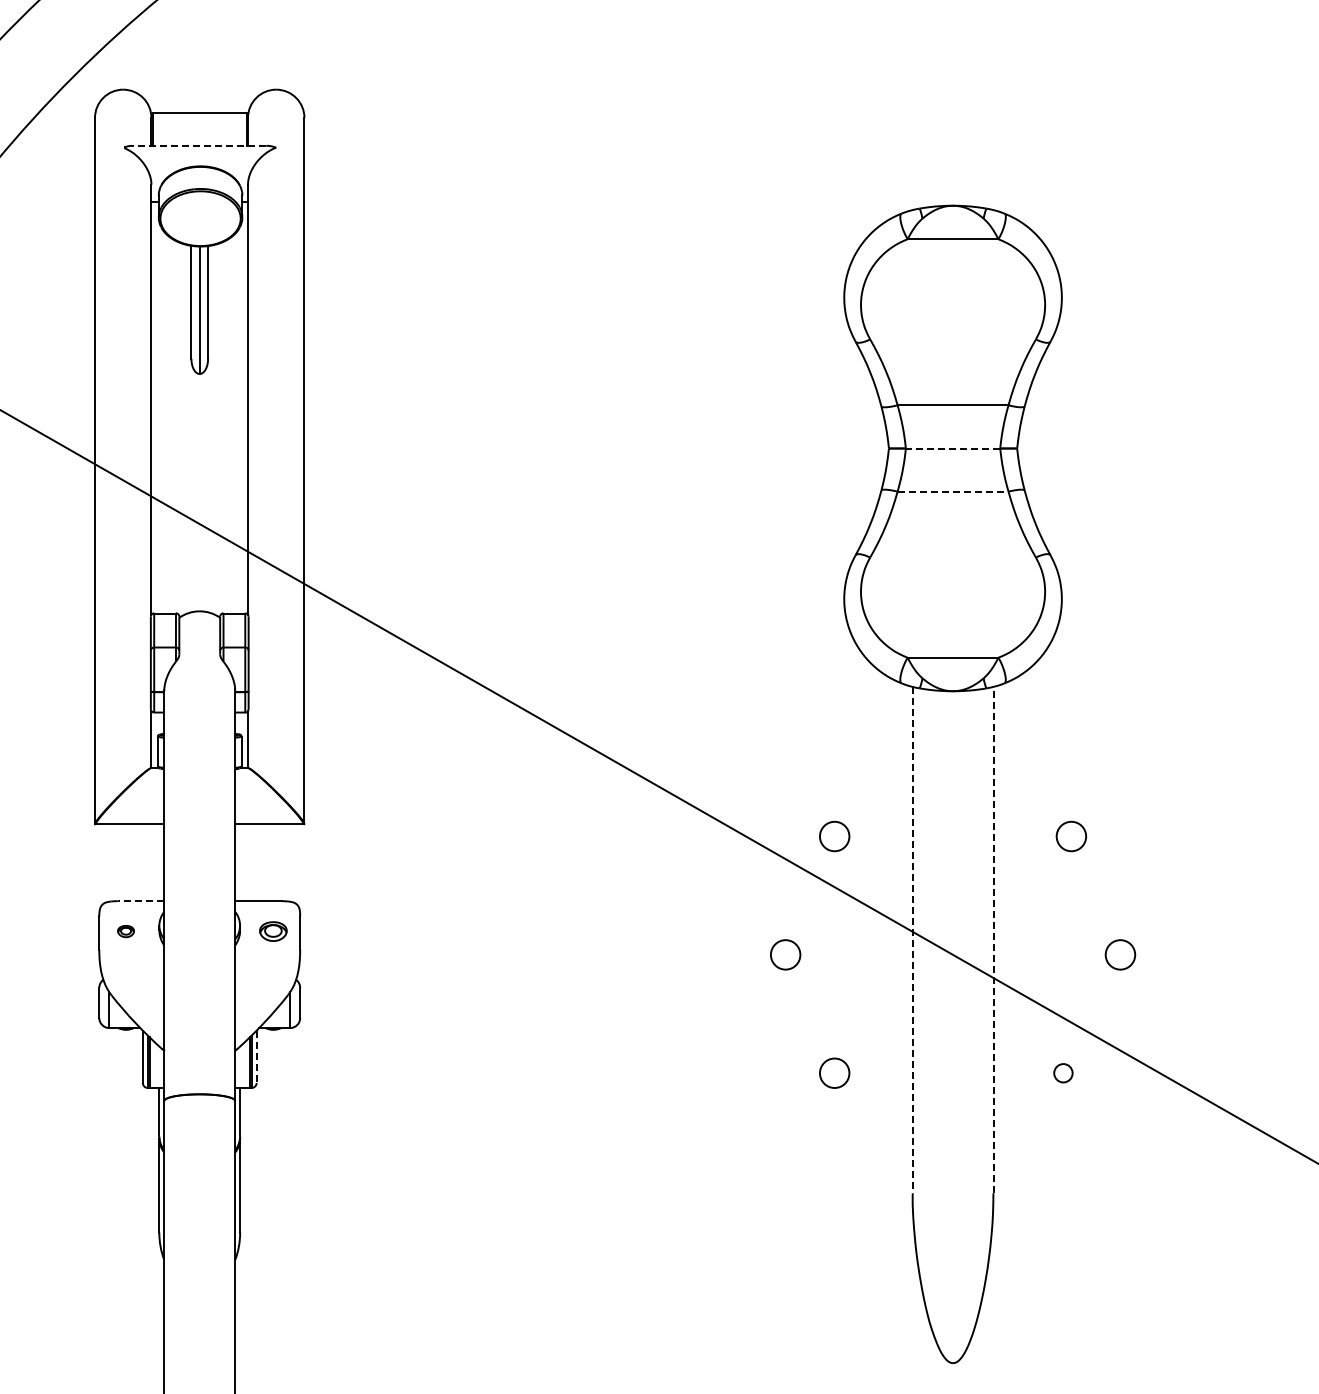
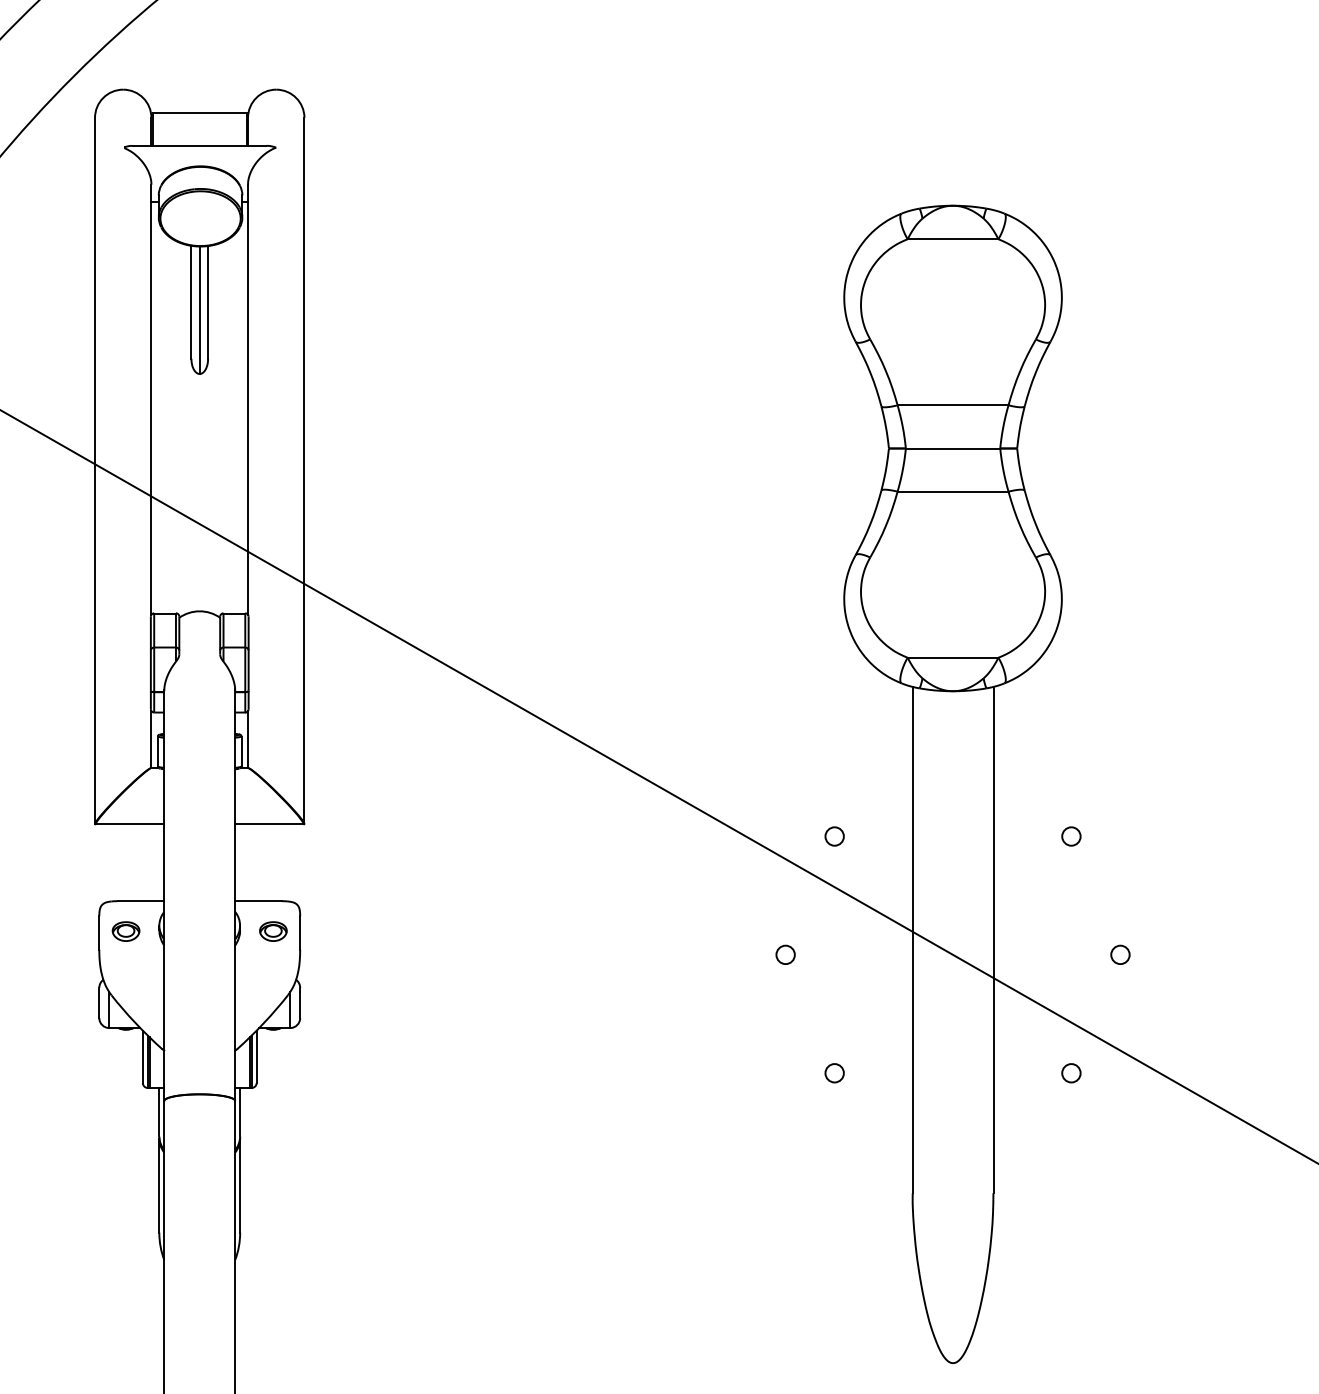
line at (199, 145): dashed -> solid
line at (952, 448): dashed -> solid
line at (953, 491): dashed -> solid
circle at (834, 836) diameter: 29 px -> 18 px
circle at (1071, 836) diameter: 29 px -> 18 px
line at (140, 901): dashed -> solid
part at (125, 931) size: 18x14 px -> 30x21 px
line at (993, 939): dashed -> solid
line at (912, 940): dashed -> solid
circle at (785, 954) diameter: 29 px -> 18 px
circle at (1120, 954) diameter: 29 px -> 18 px
line at (256, 1057): dashed -> solid
circle at (834, 1073) diameter: 29 px -> 18 px
circle at (1063, 1073) position: (1063, 1073) -> (1071, 1073)
